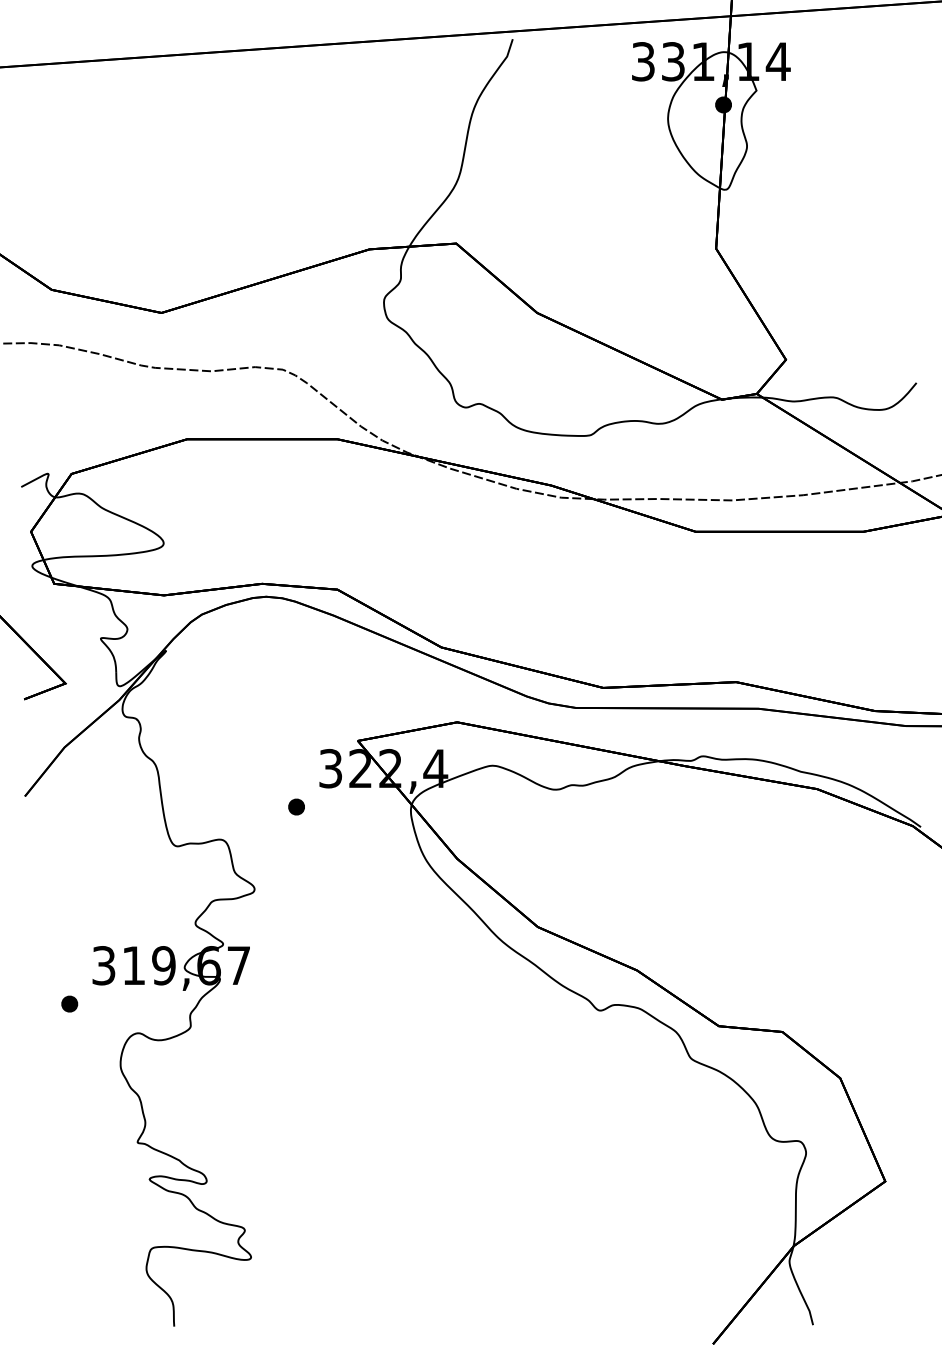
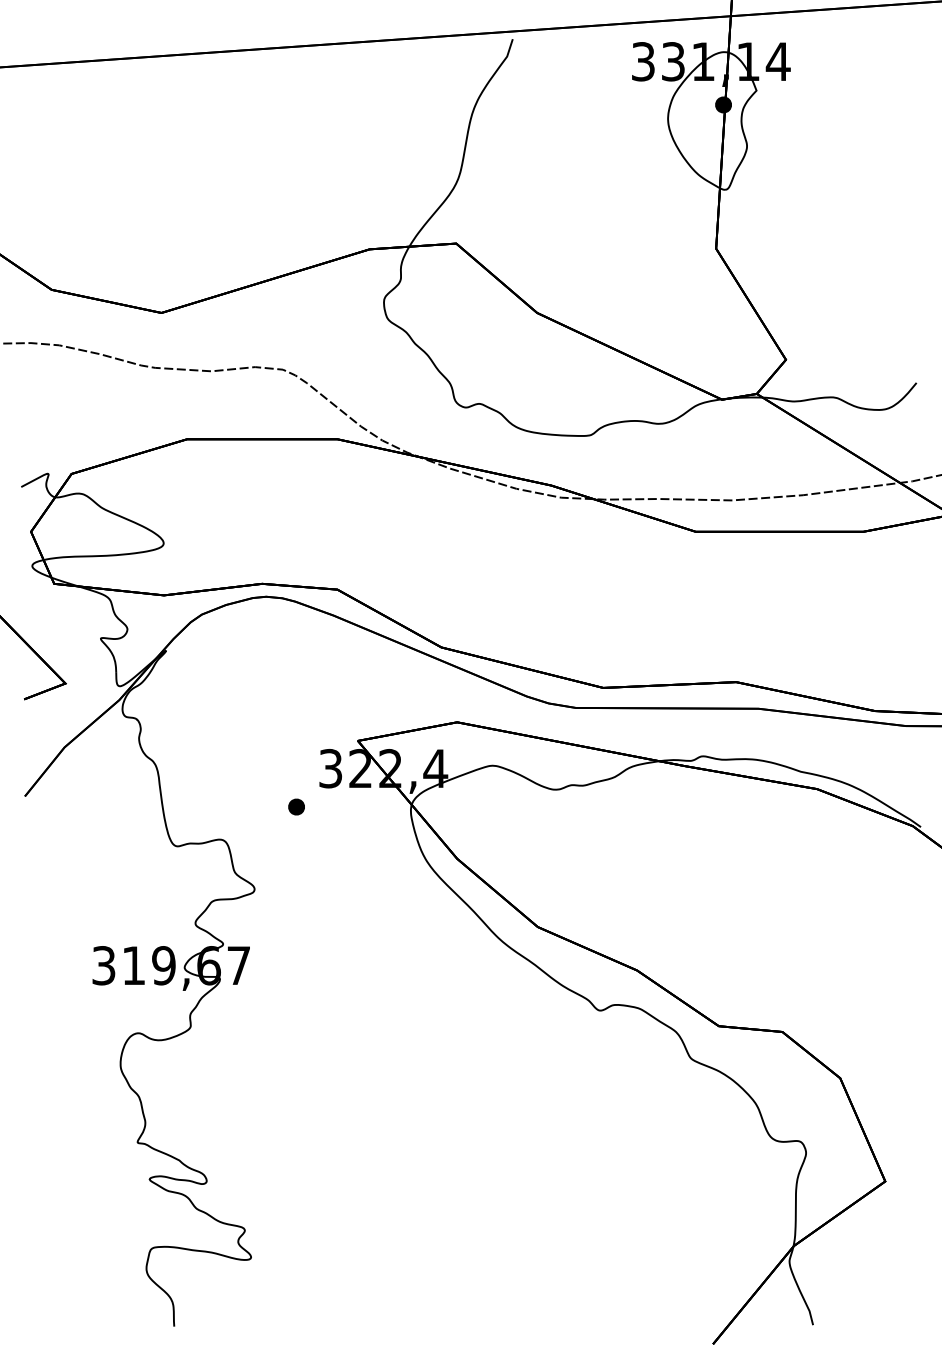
part at (69, 1003): present -> none
